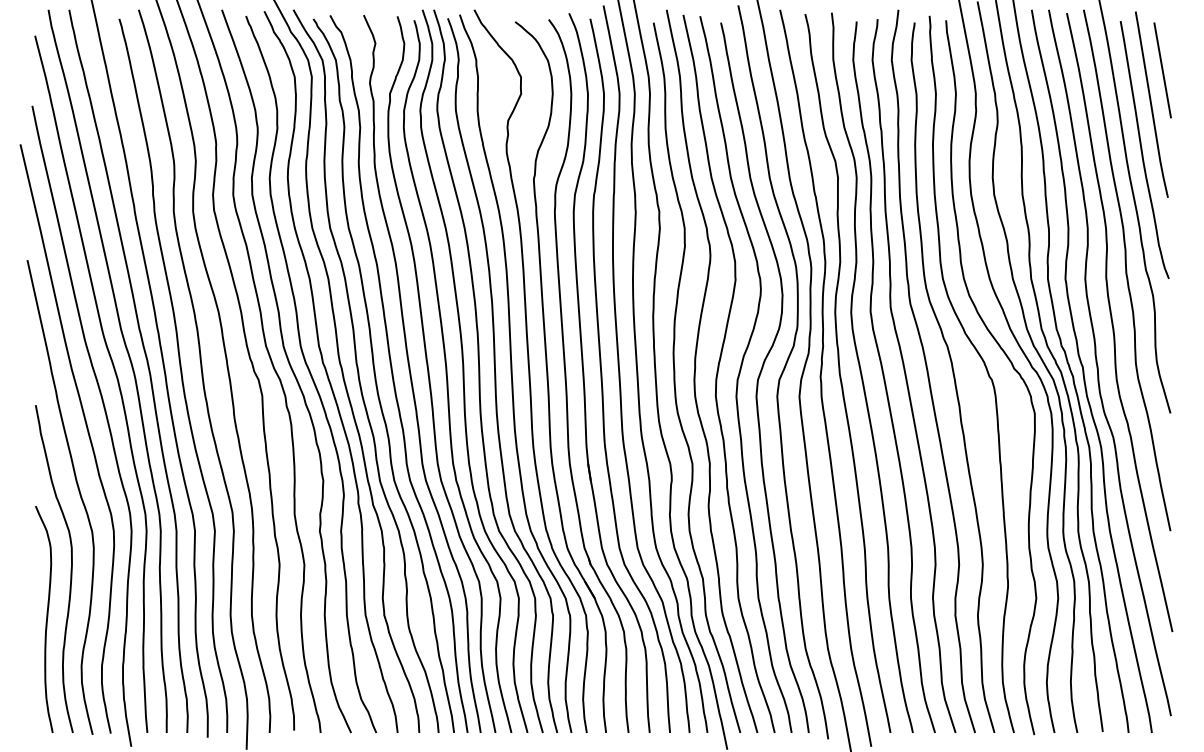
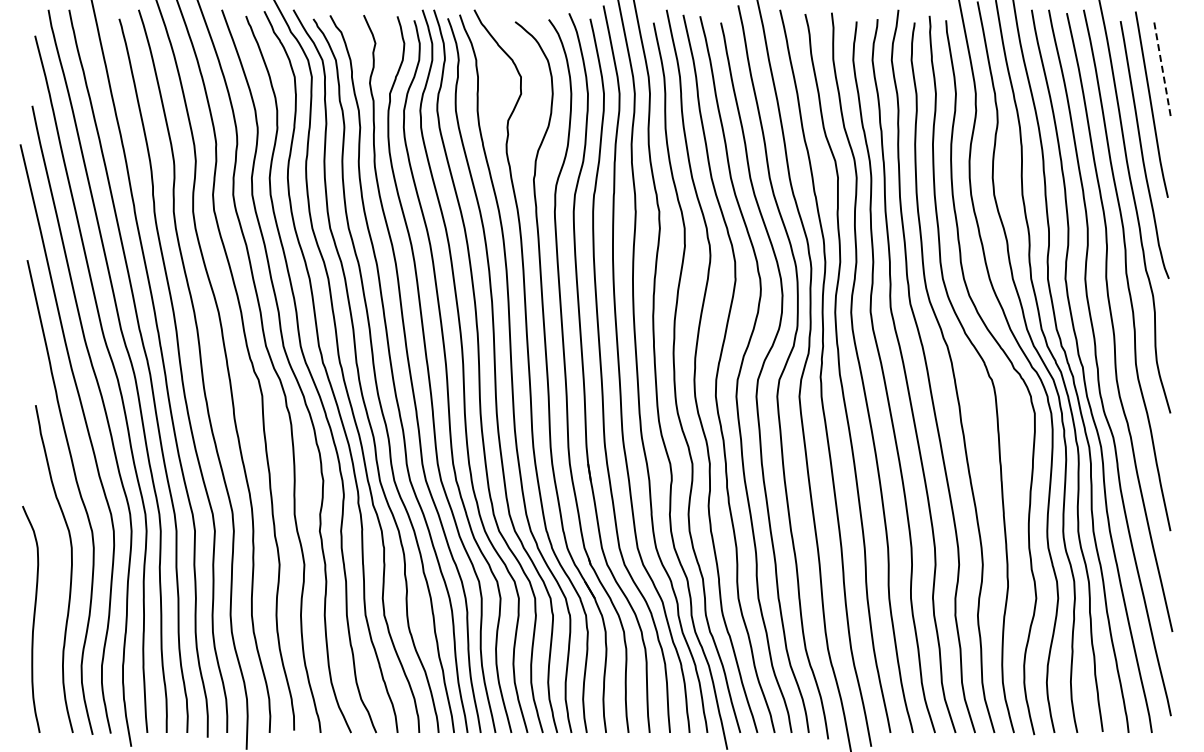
line at (1162, 70): solid -> dashed
curve at (46, 618) position: (46, 618) -> (33, 618)
